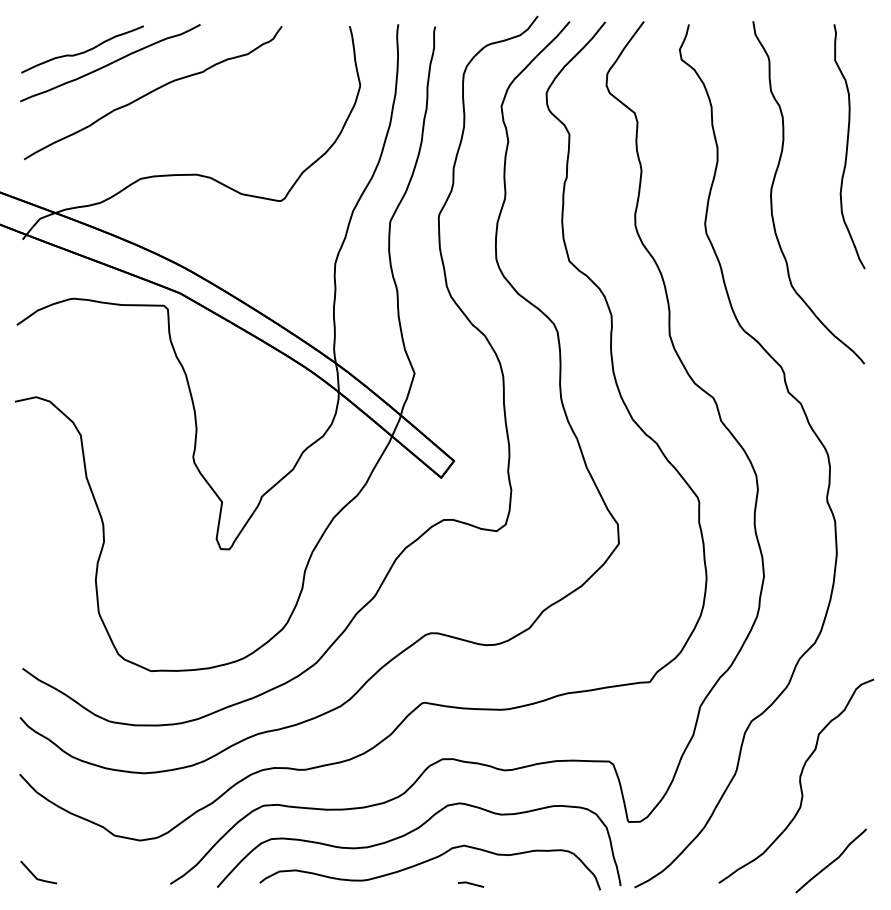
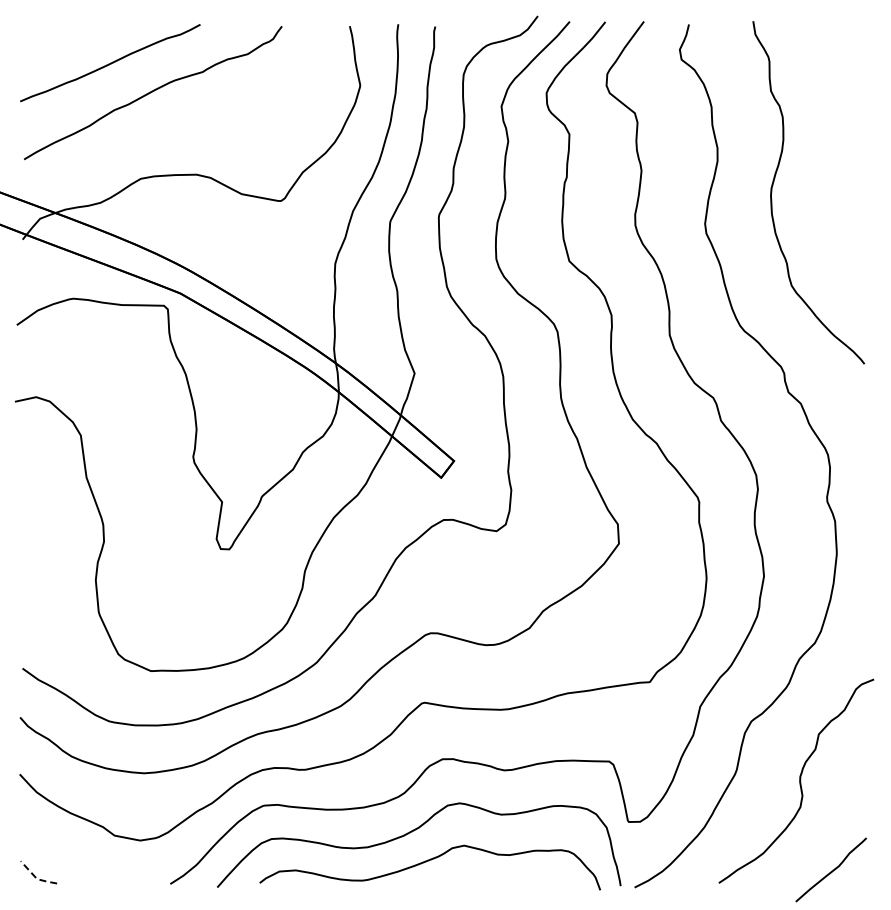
curve at (83, 51): present -> none
curve at (848, 146): present -> none
curve at (831, 861) position: (831, 861) -> (831, 870)
line at (36, 878): solid -> dashed
line at (470, 884): present -> none
